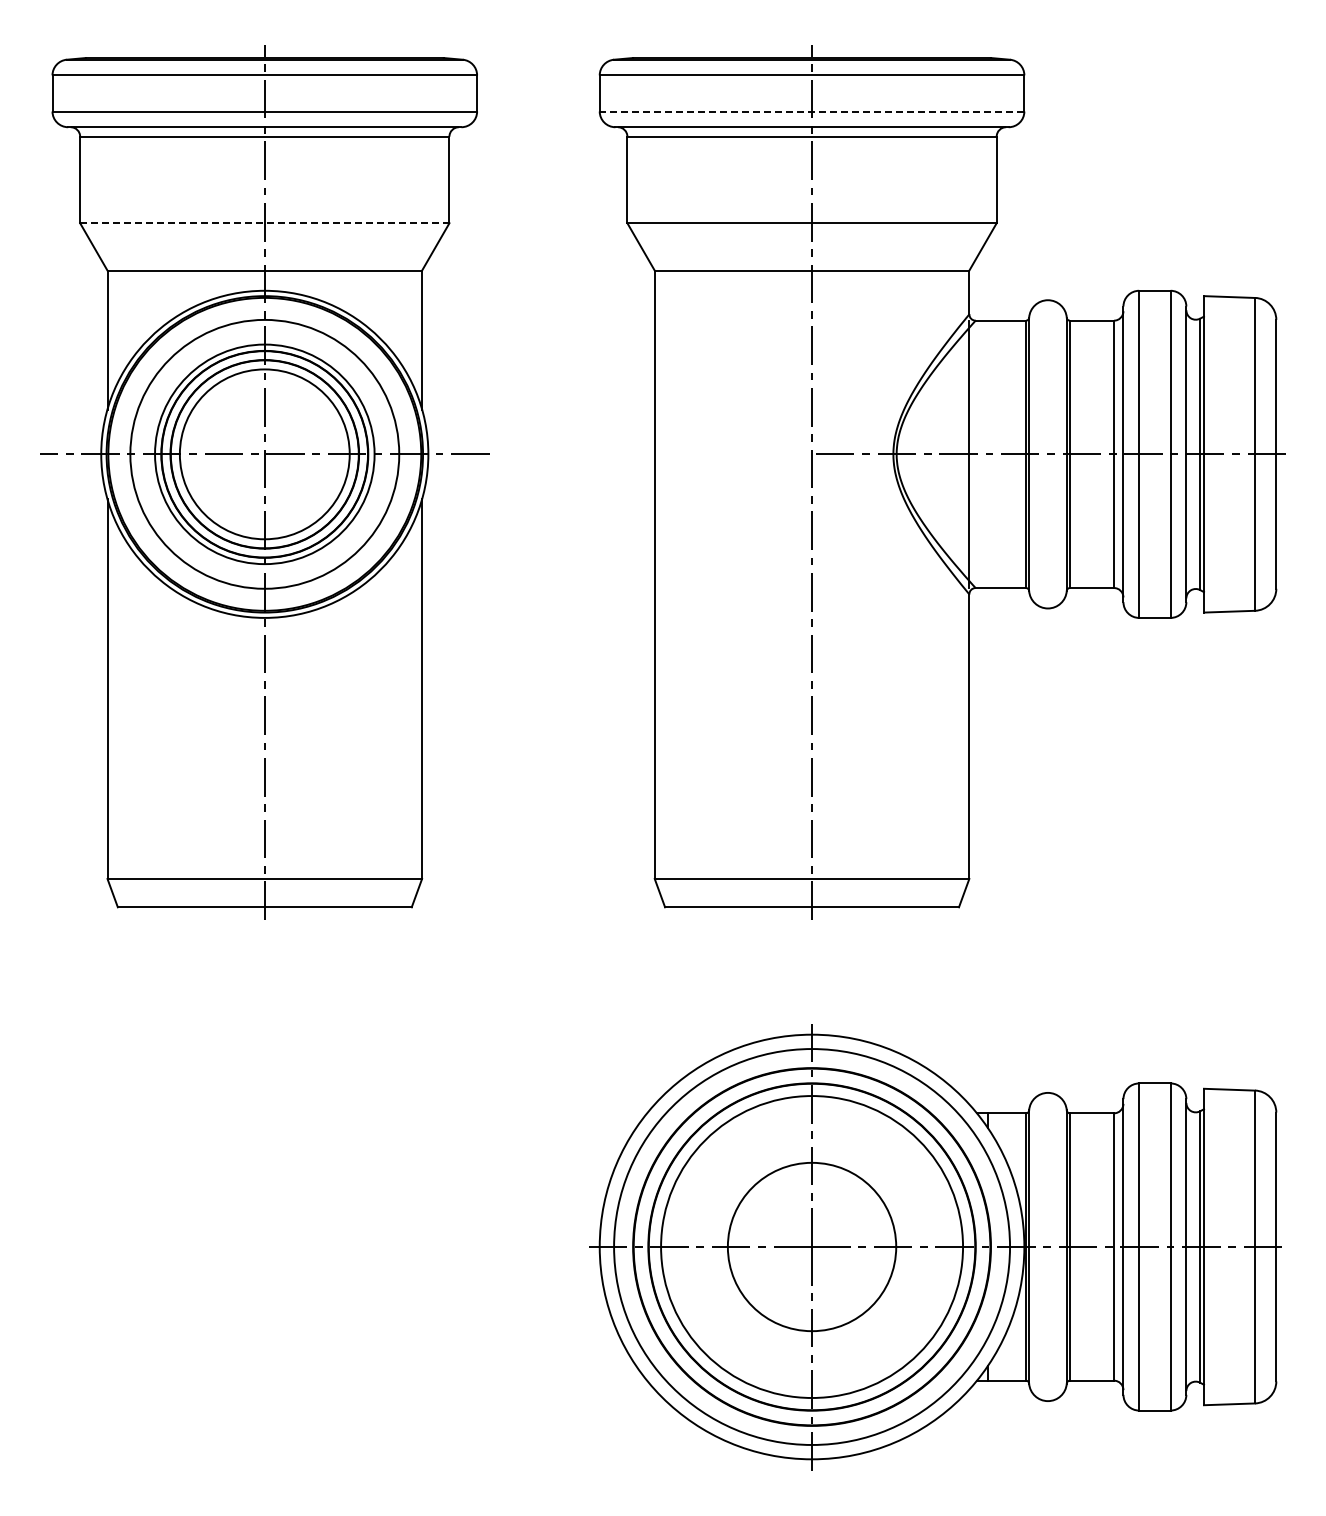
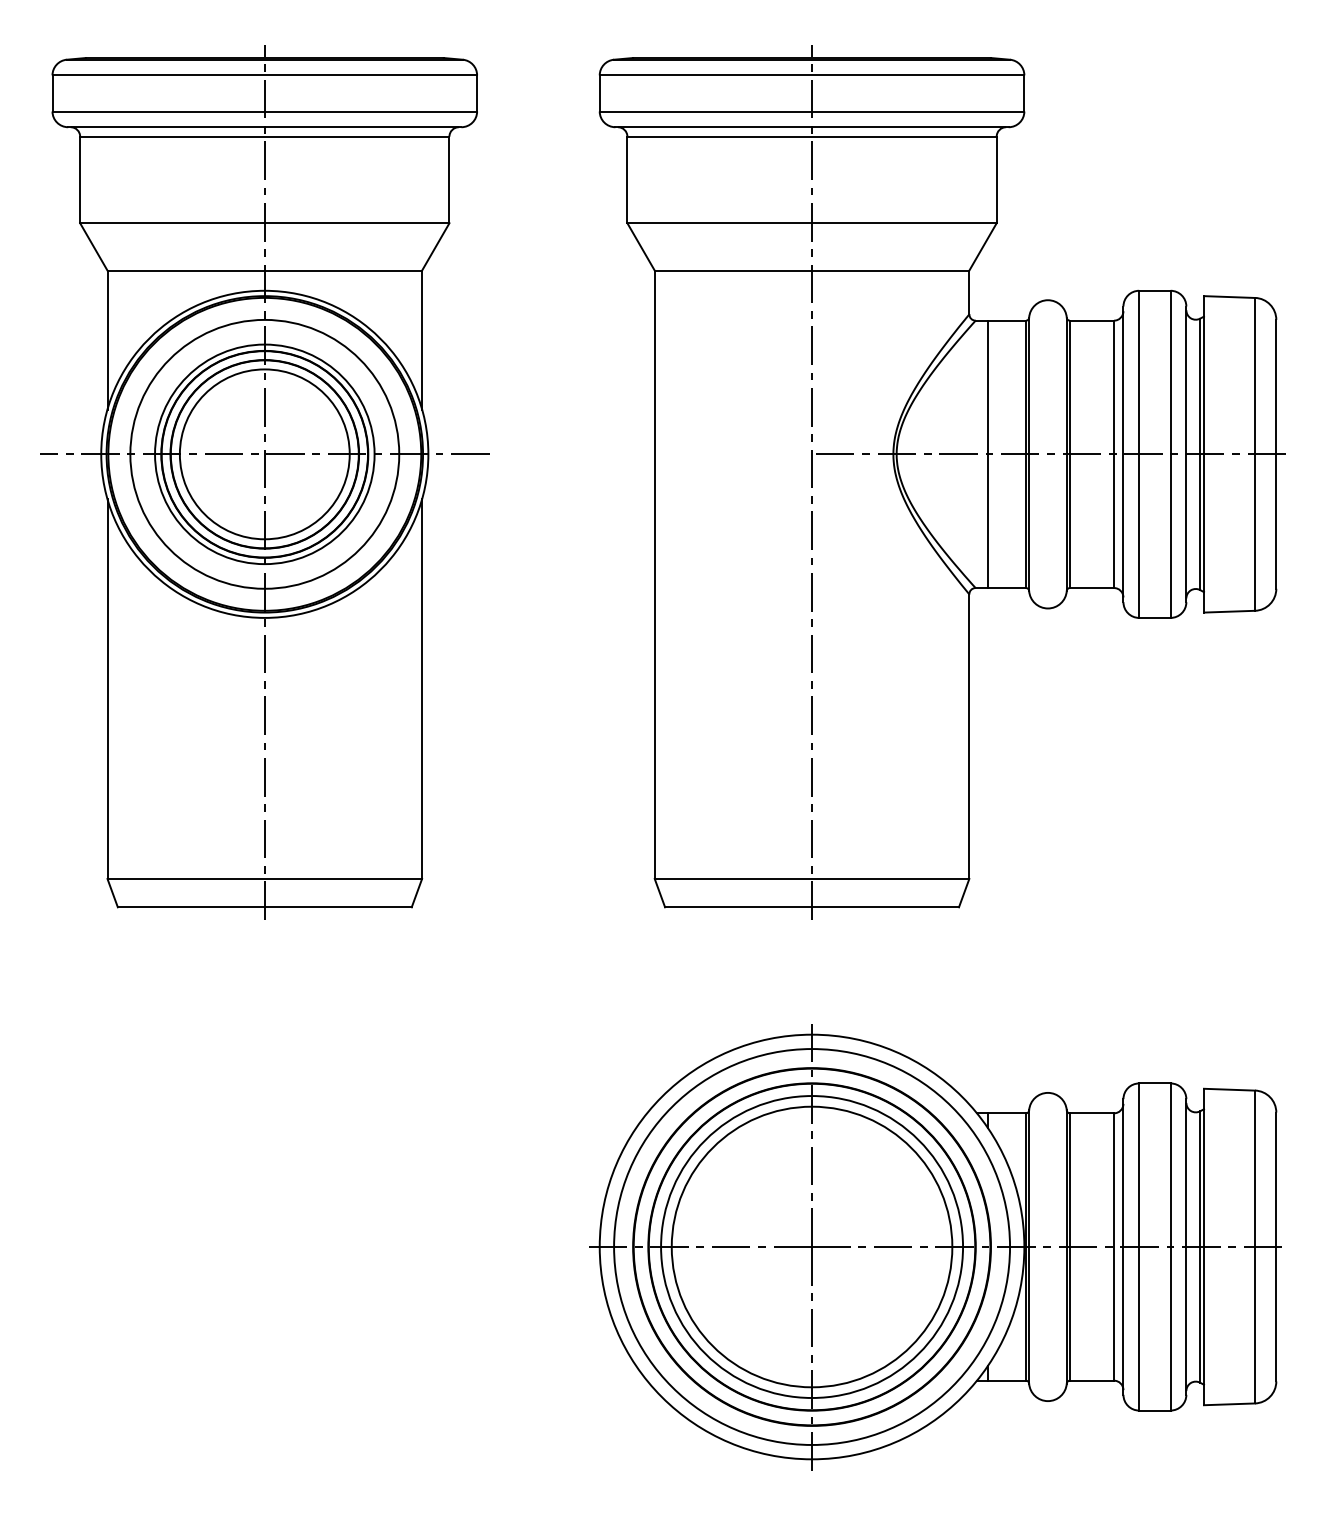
line at (811, 111): dashed -> solid
line at (264, 223): dashed -> solid
line at (969, 454) position: (969, 454) -> (988, 454)
circle at (811, 1246) diameter: 168 px -> 281 px
